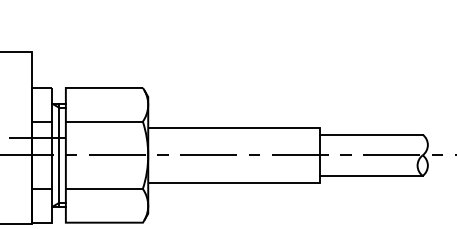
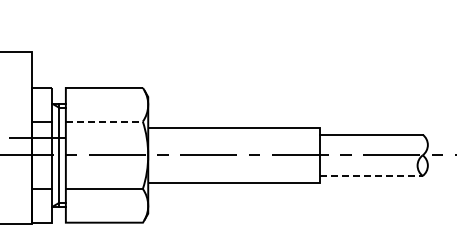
line at (104, 121): solid -> dashed
line at (371, 175): solid -> dashed
